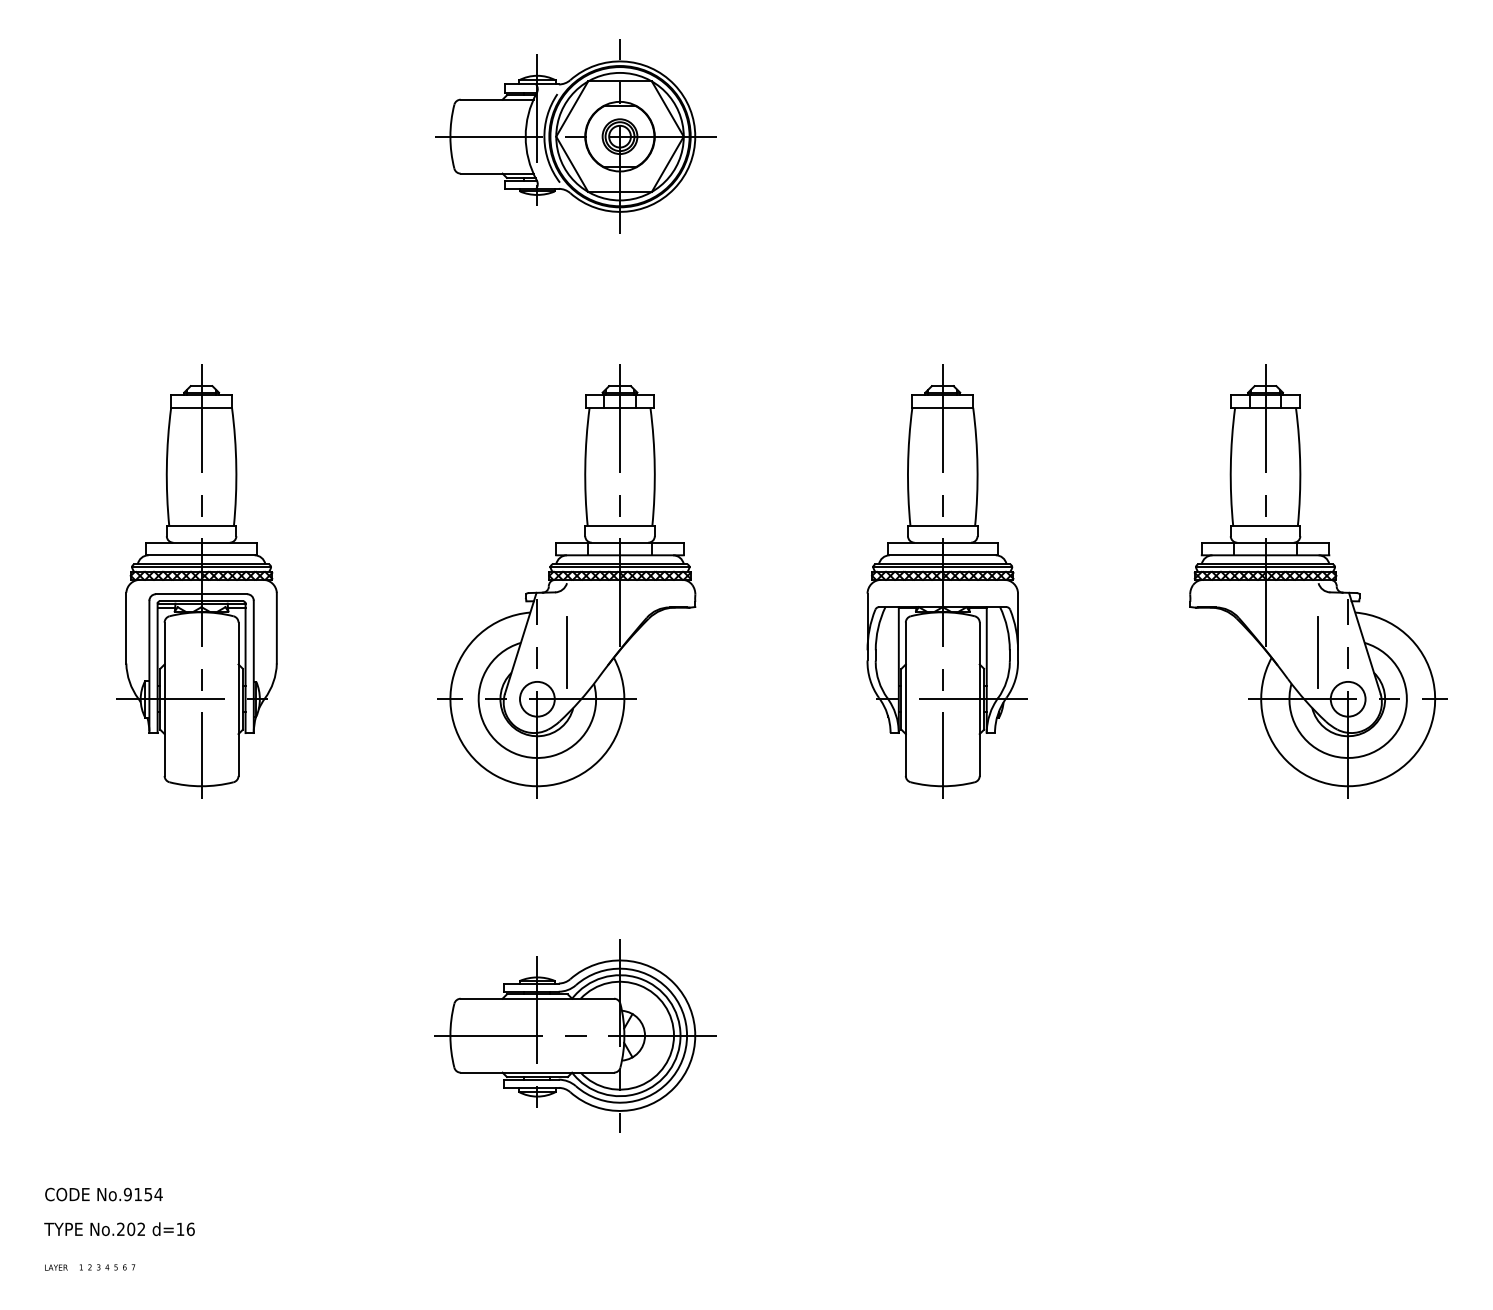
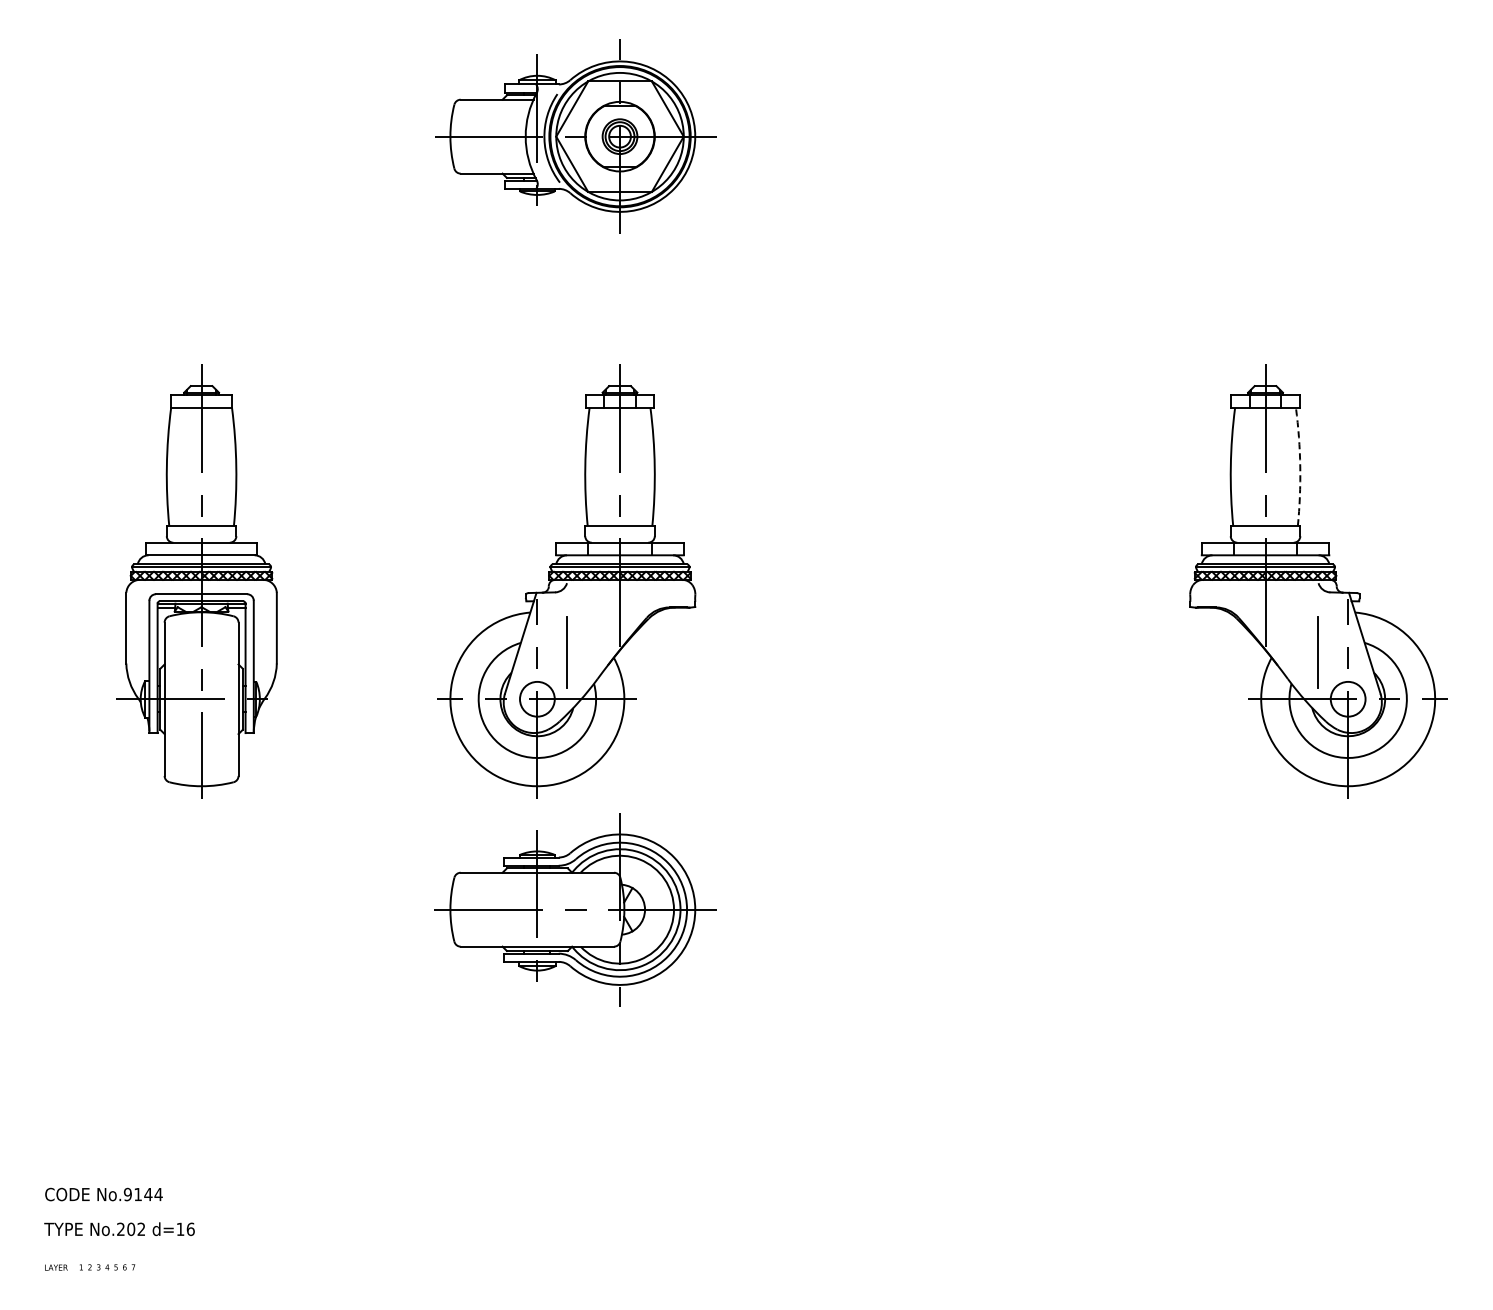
arc at (1300, 466): solid -> dashed
part at (946, 581): present -> none
part at (575, 1035) position: (575, 1035) -> (575, 909)
text at (148, 1194): No.9154 -> No.9144
